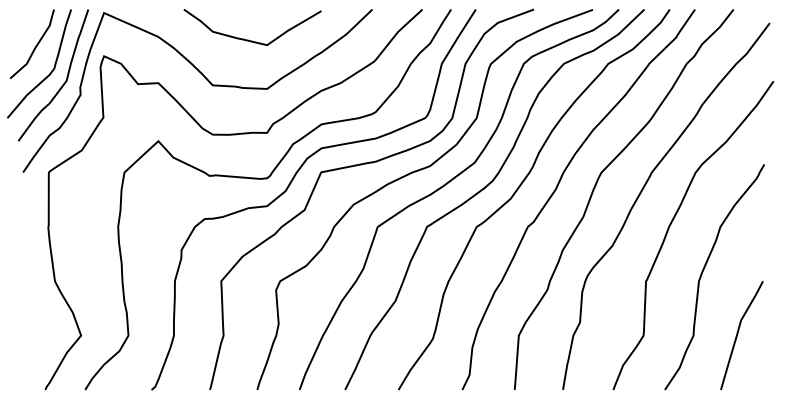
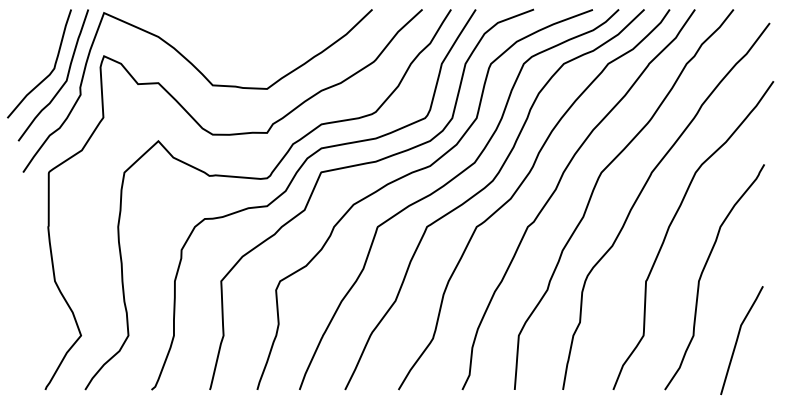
curve at (248, 39): present -> none
curve at (35, 45): present -> none
curve at (738, 334) position: (738, 334) -> (738, 339)
